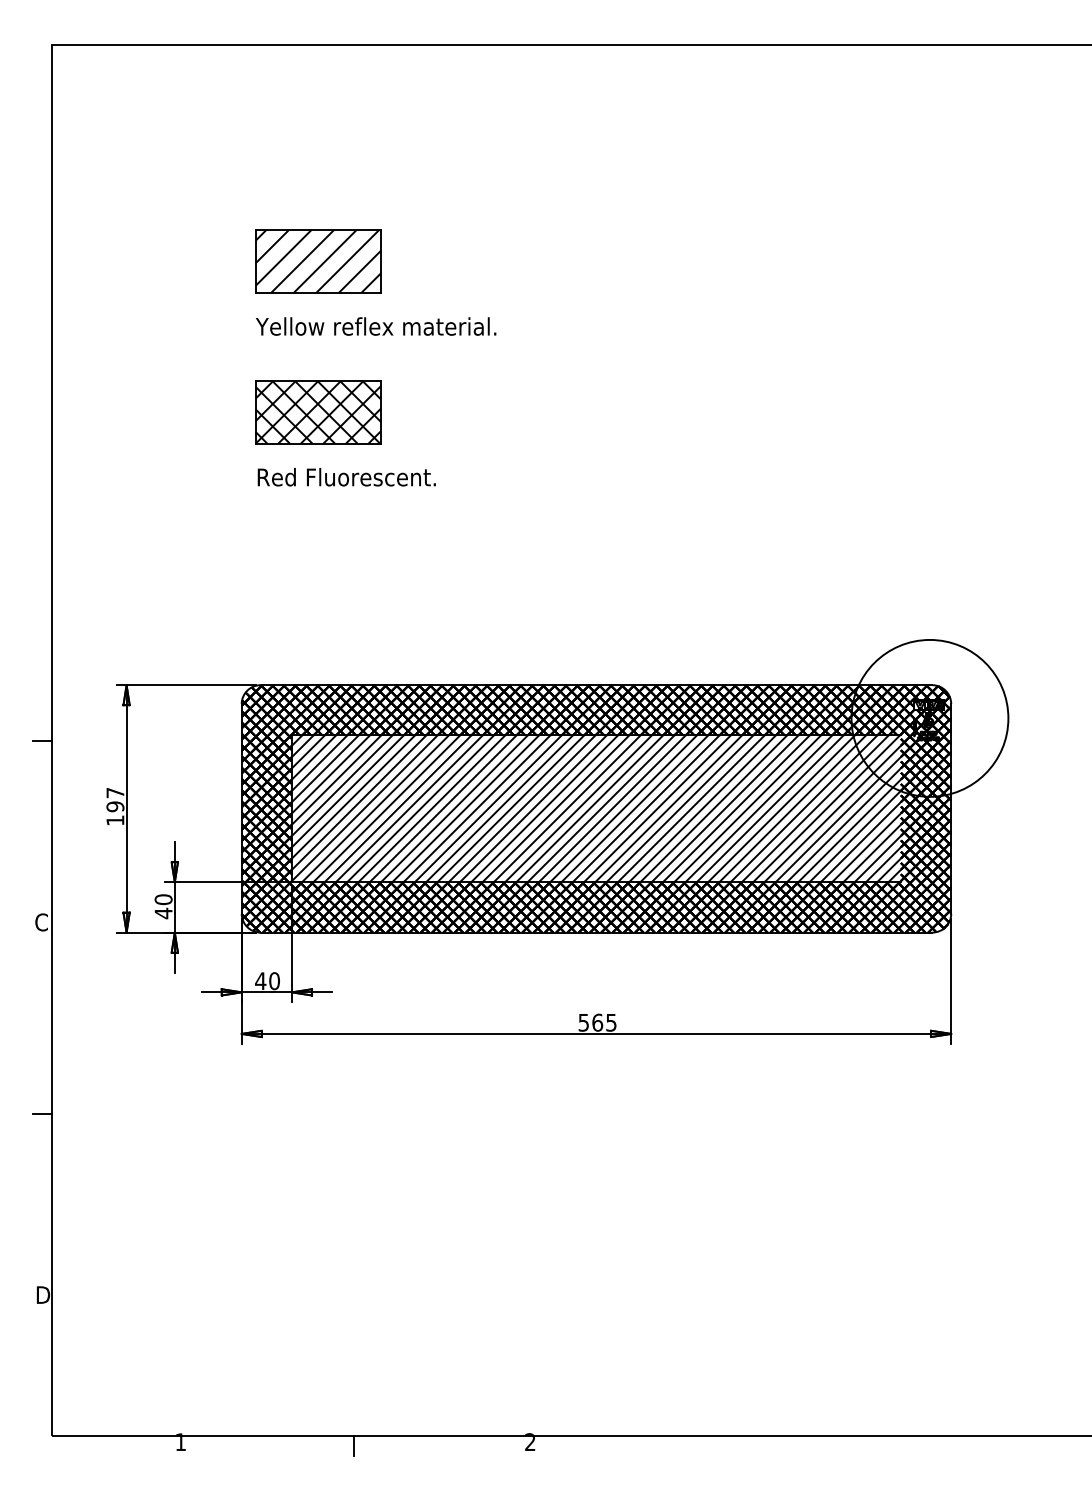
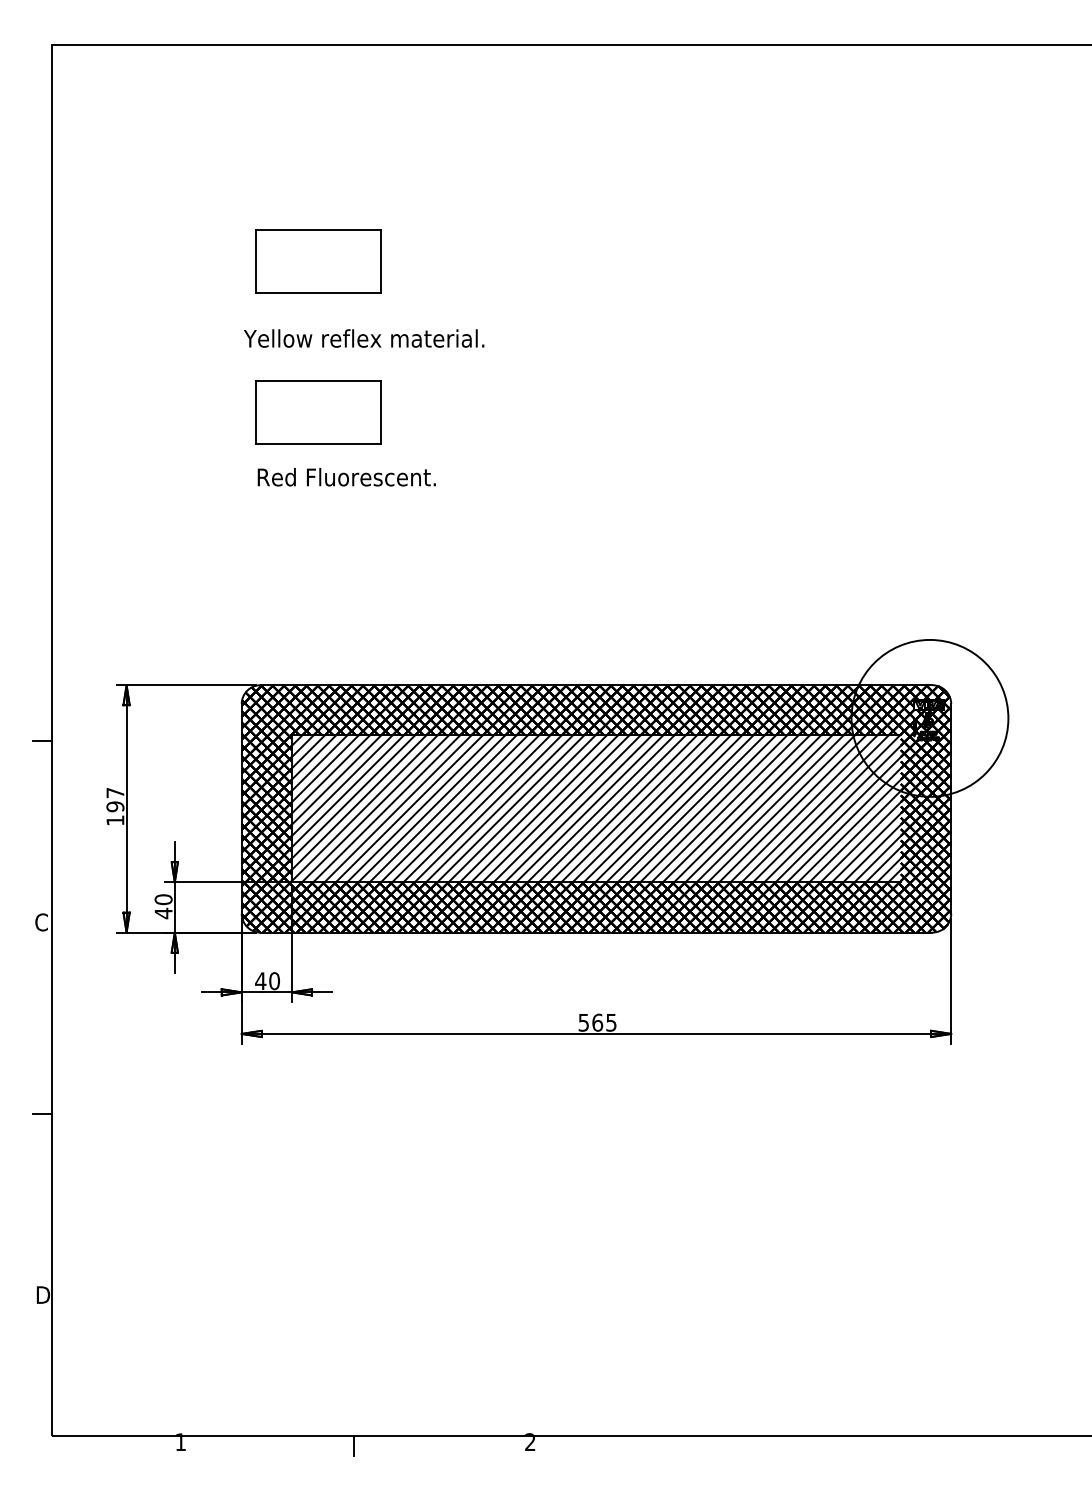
hatch at (318, 261): present -> none
text at (376, 326) position: (376, 326) -> (364, 338)
hatch at (318, 411): present -> none
